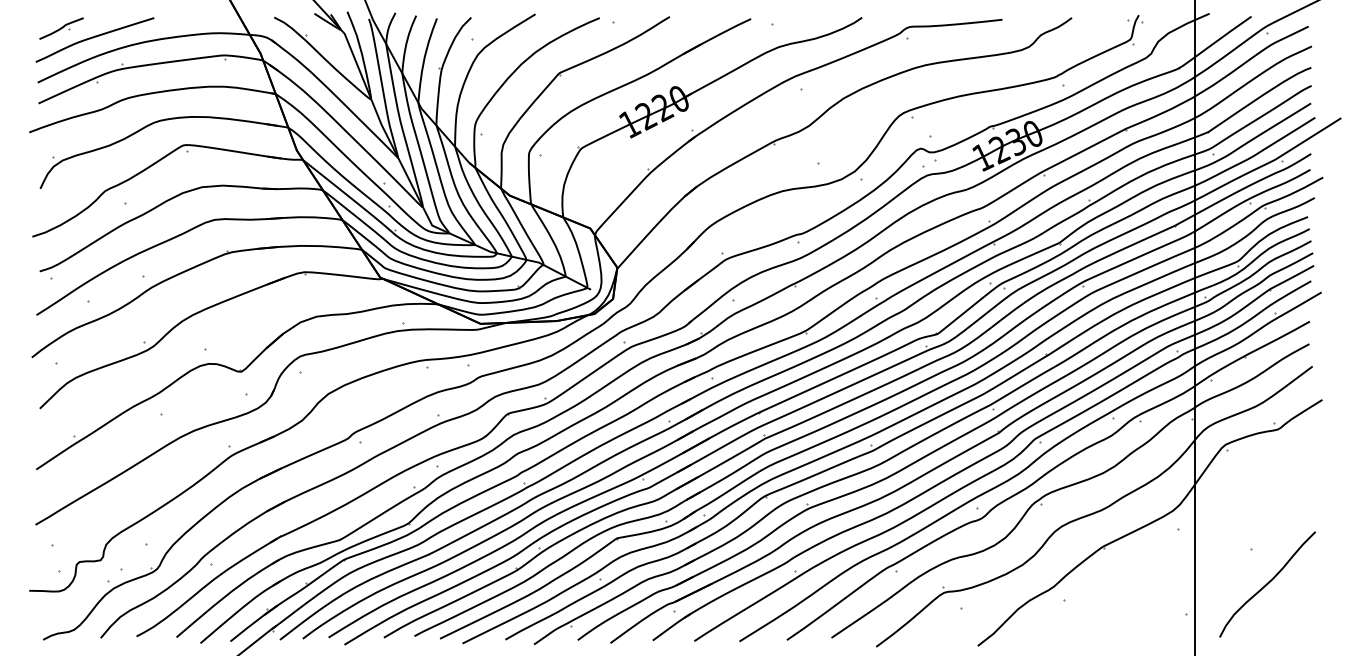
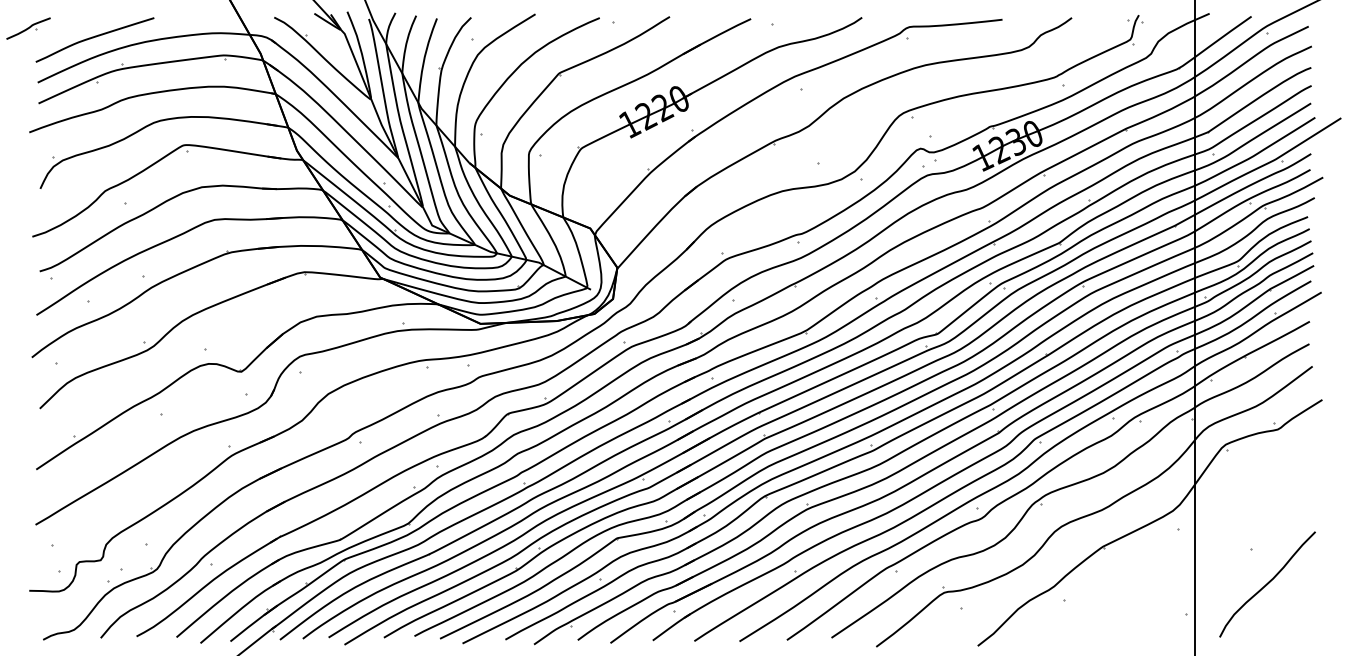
part at (61, 28) position: (61, 28) -> (28, 28)
